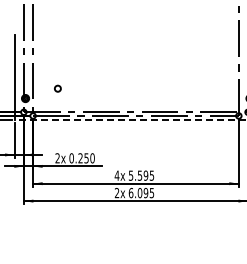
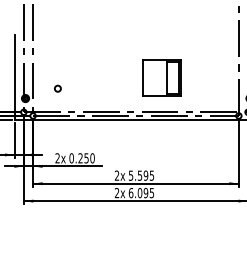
part at (161, 77): none -> present
line at (130, 120): dashed -> solid
text at (116, 175): 4x -> 2x
